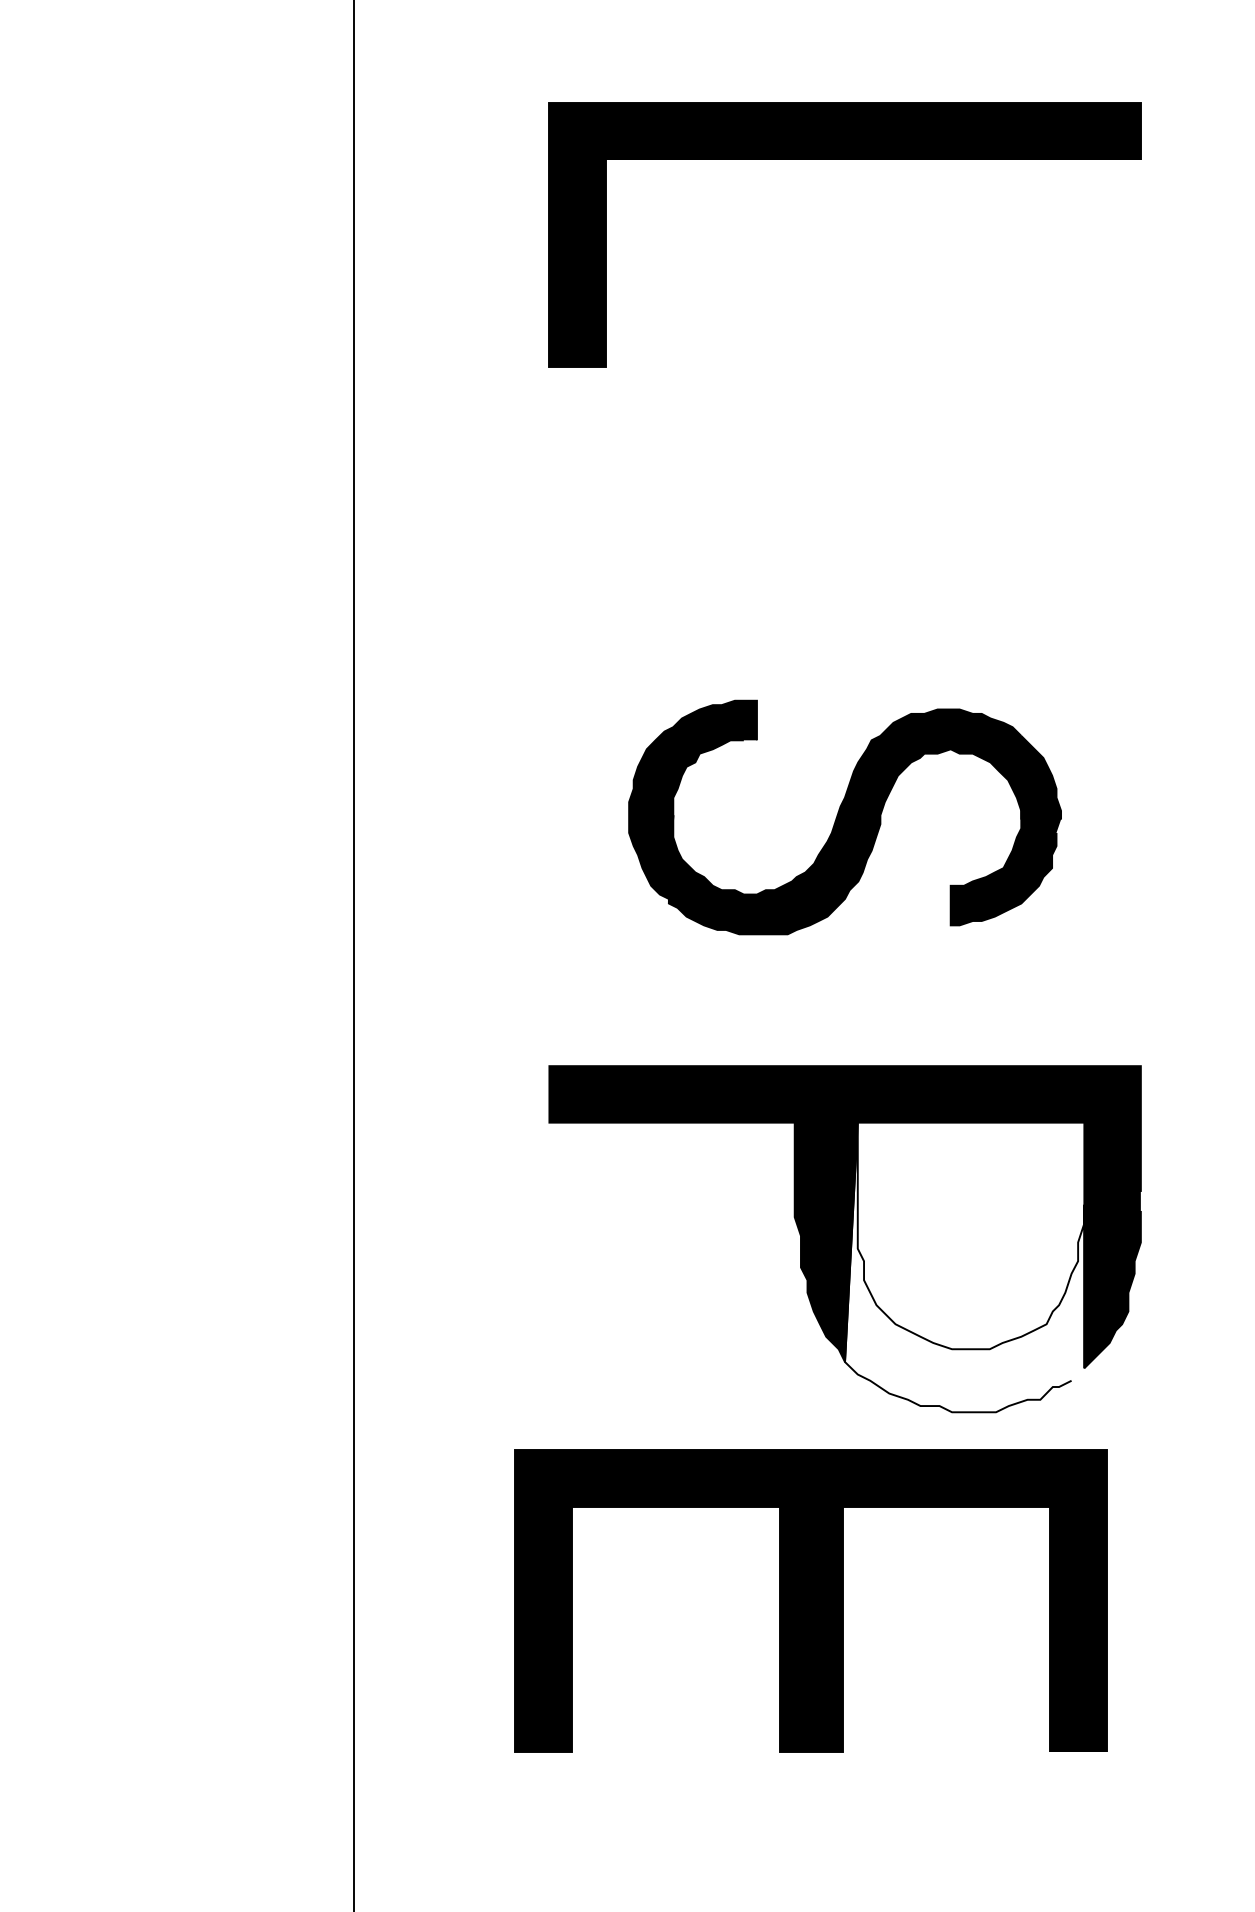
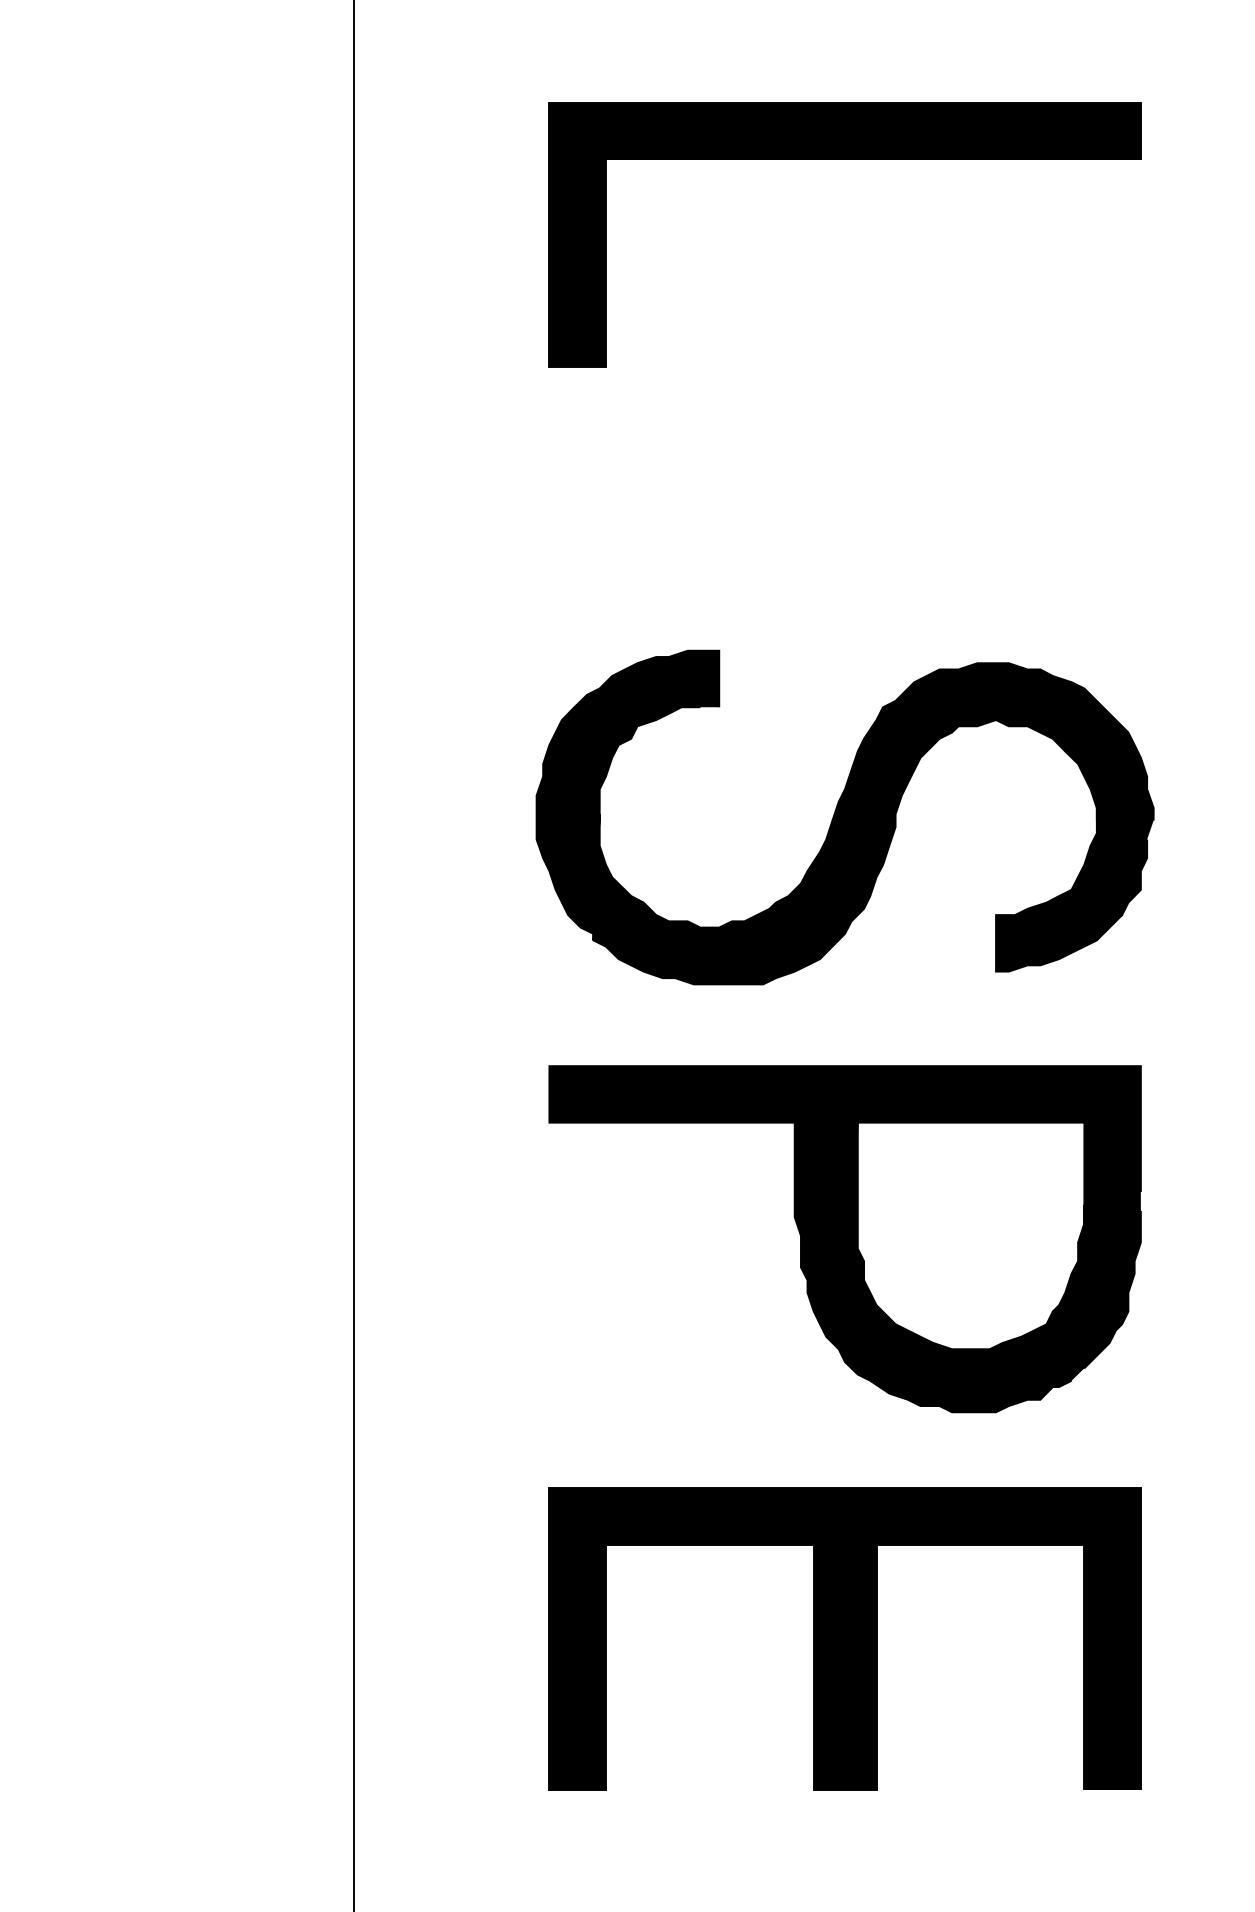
part at (844, 817) size: 434x237 px -> 620x337 px
fill at (964, 1267): none -> present
part at (810, 1600) position: (810, 1600) -> (844, 1638)
